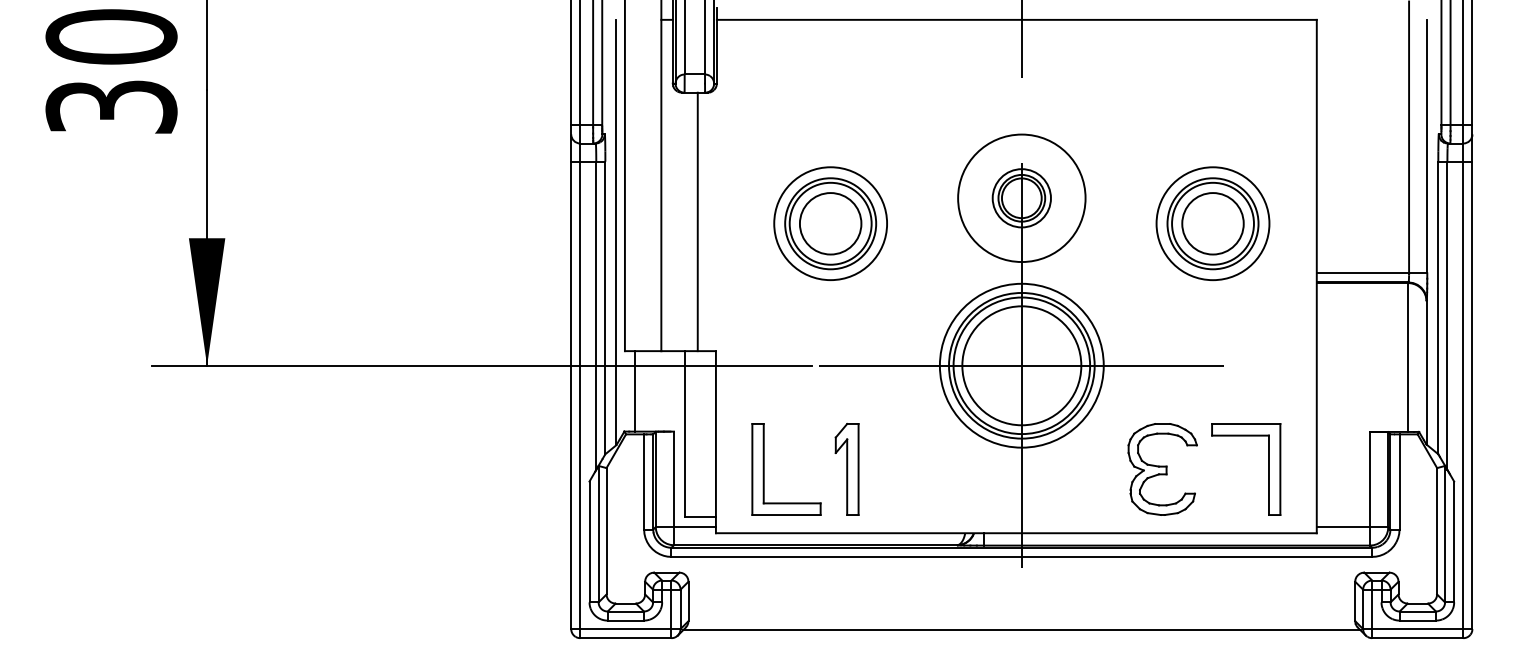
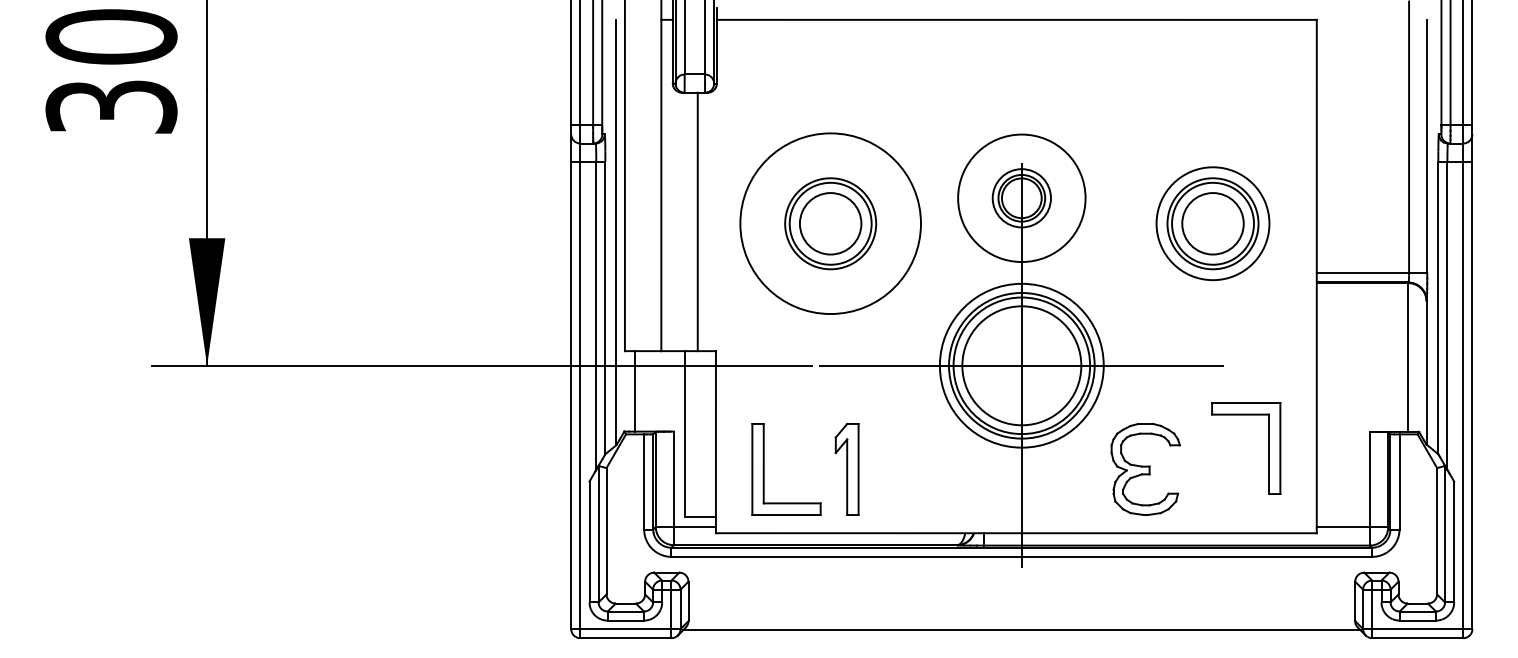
line at (1021, 40): present -> none
circle at (830, 223) diameter: 113 px -> 181 px
part at (1162, 469) position: (1162, 469) -> (1145, 469)
part at (1268, 469) position: (1268, 469) -> (1268, 448)
